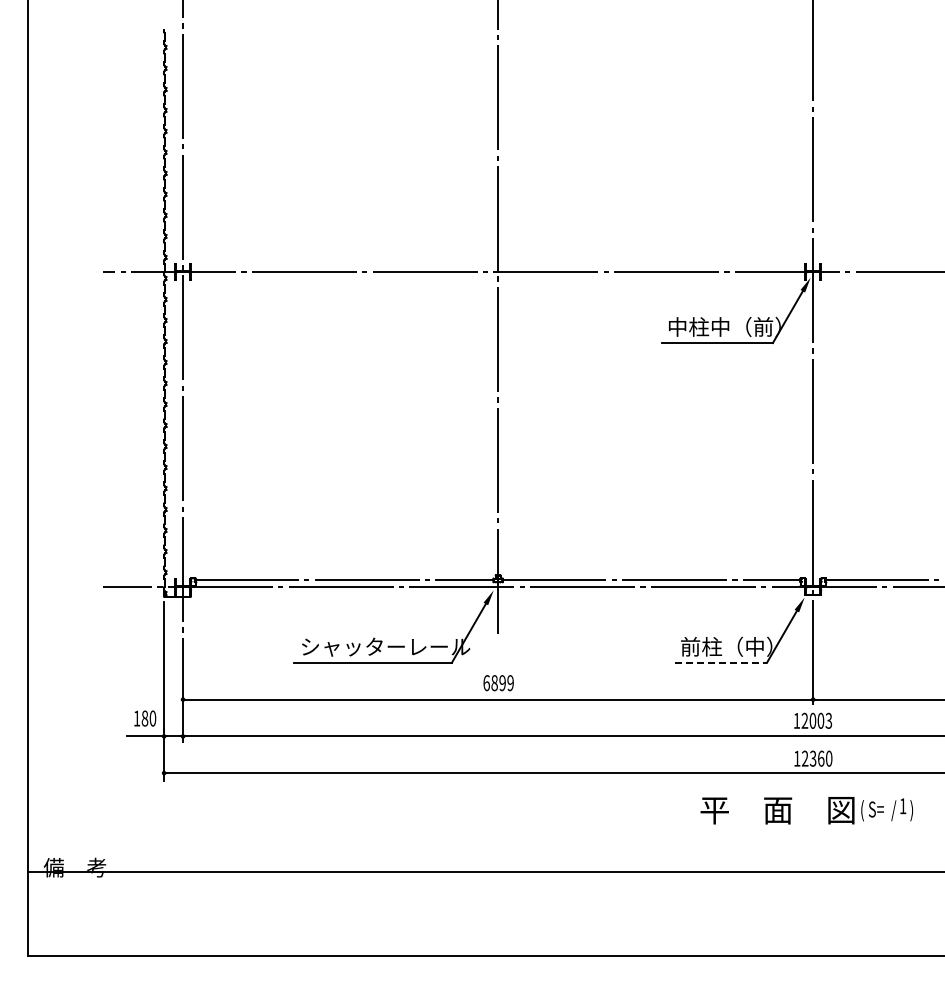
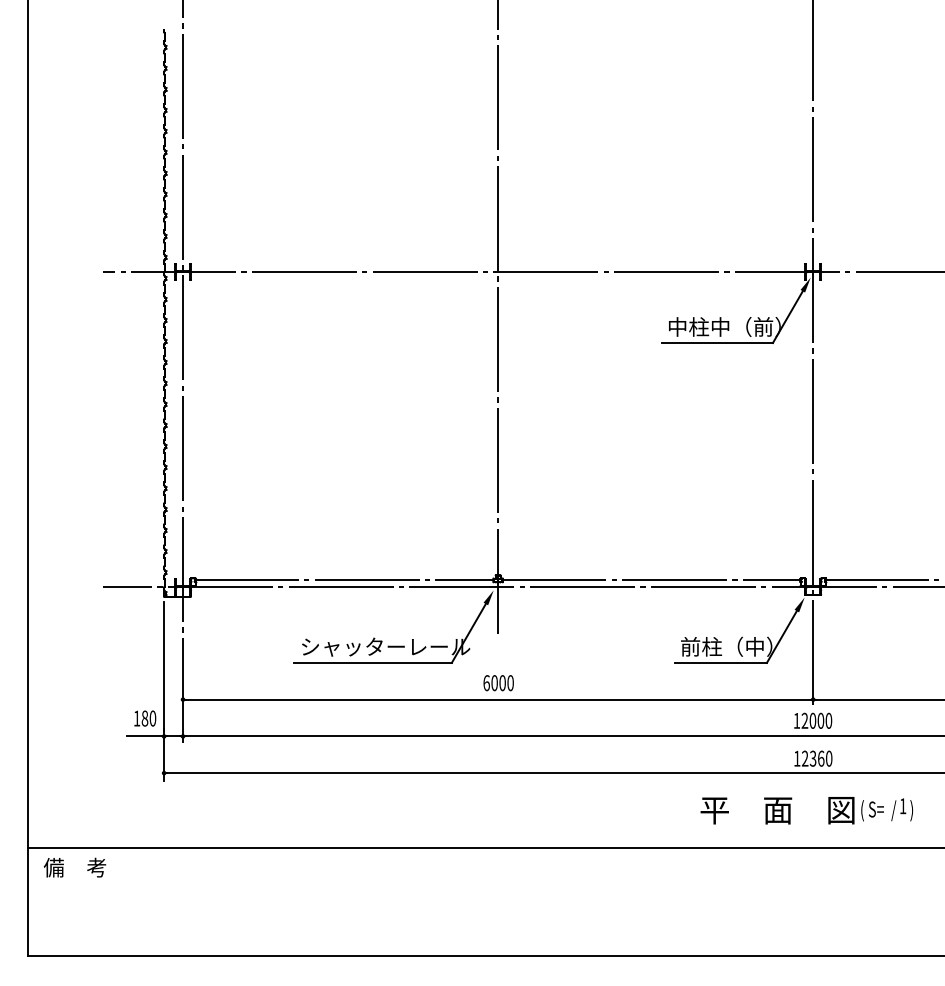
line at (721, 662): dashed -> solid
text at (502, 683): 6899 -> 6000
text at (828, 720): 12003 -> 12000
line at (484, 871) position: (484, 871) -> (484, 847)
